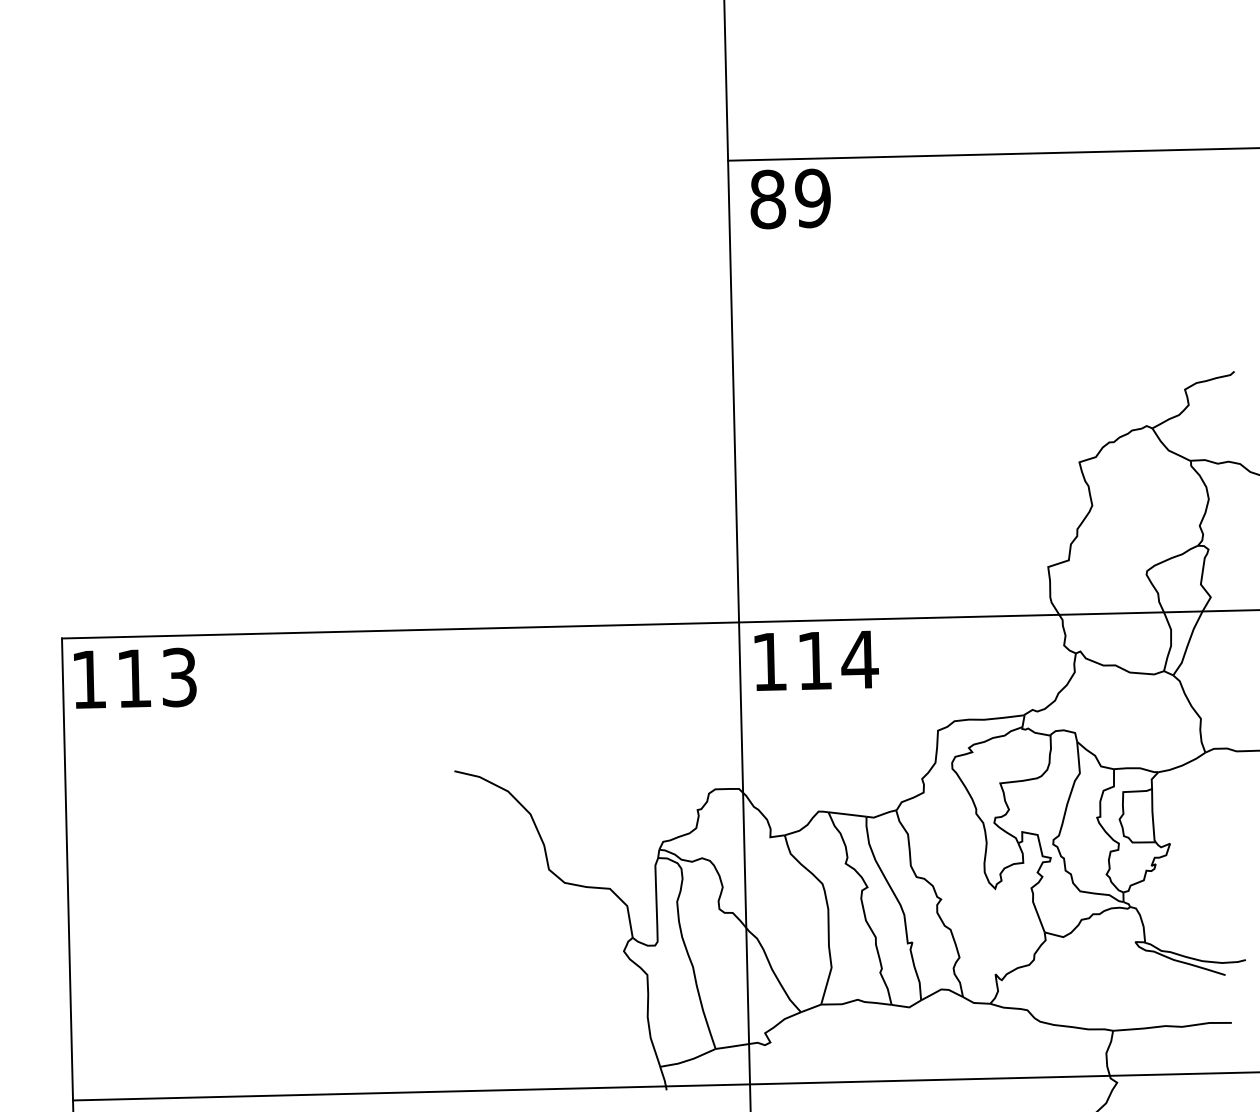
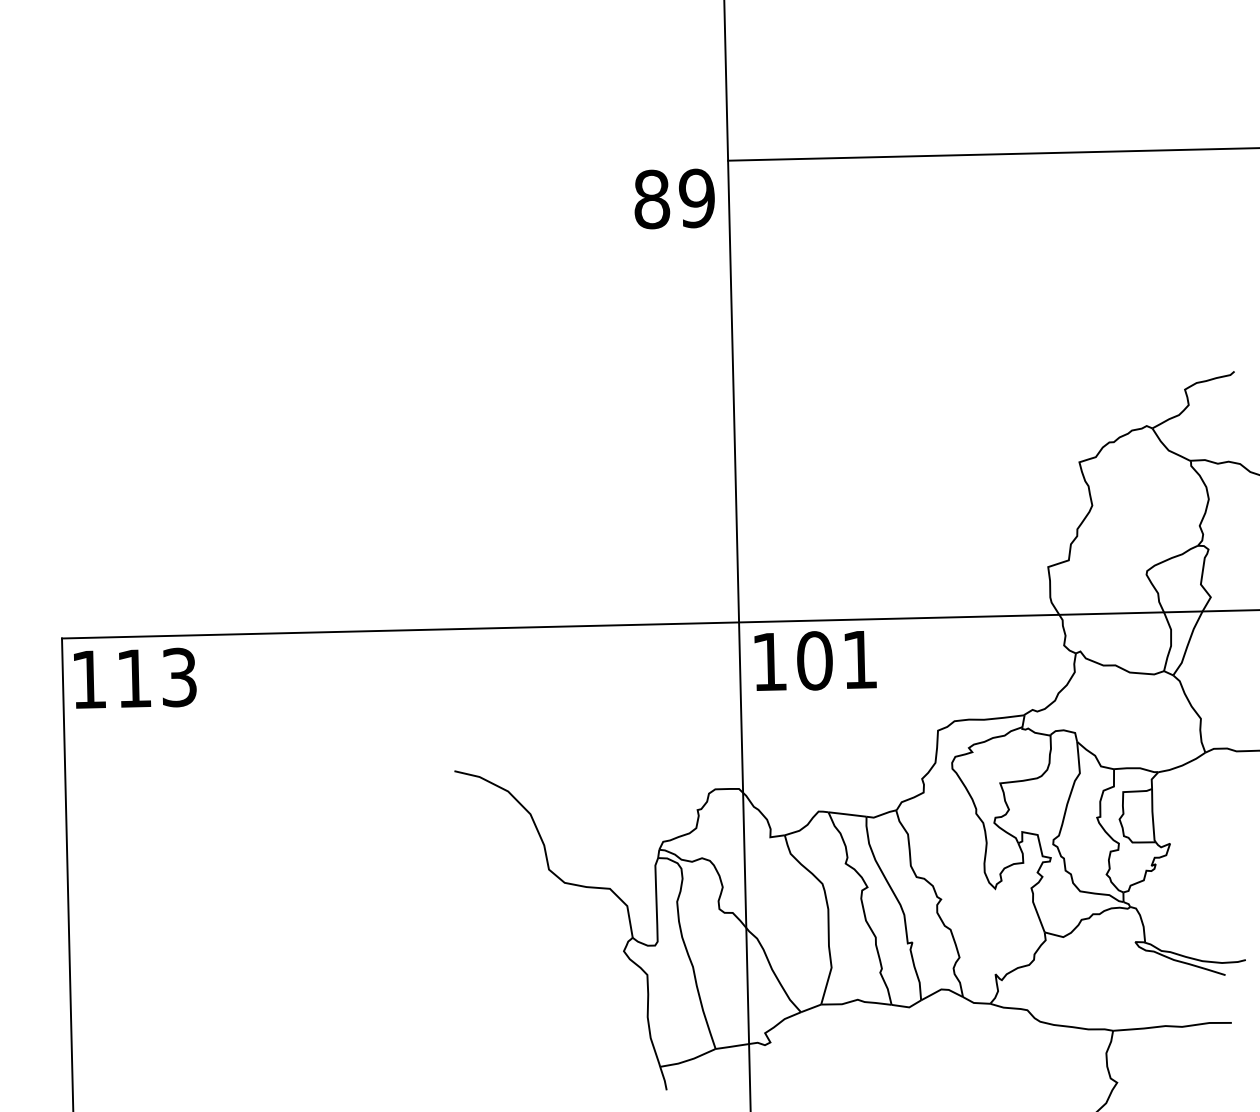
text at (790, 198) position: (790, 198) -> (674, 198)
text at (837, 660): 114 -> 101
line at (664, 1086): present -> none
